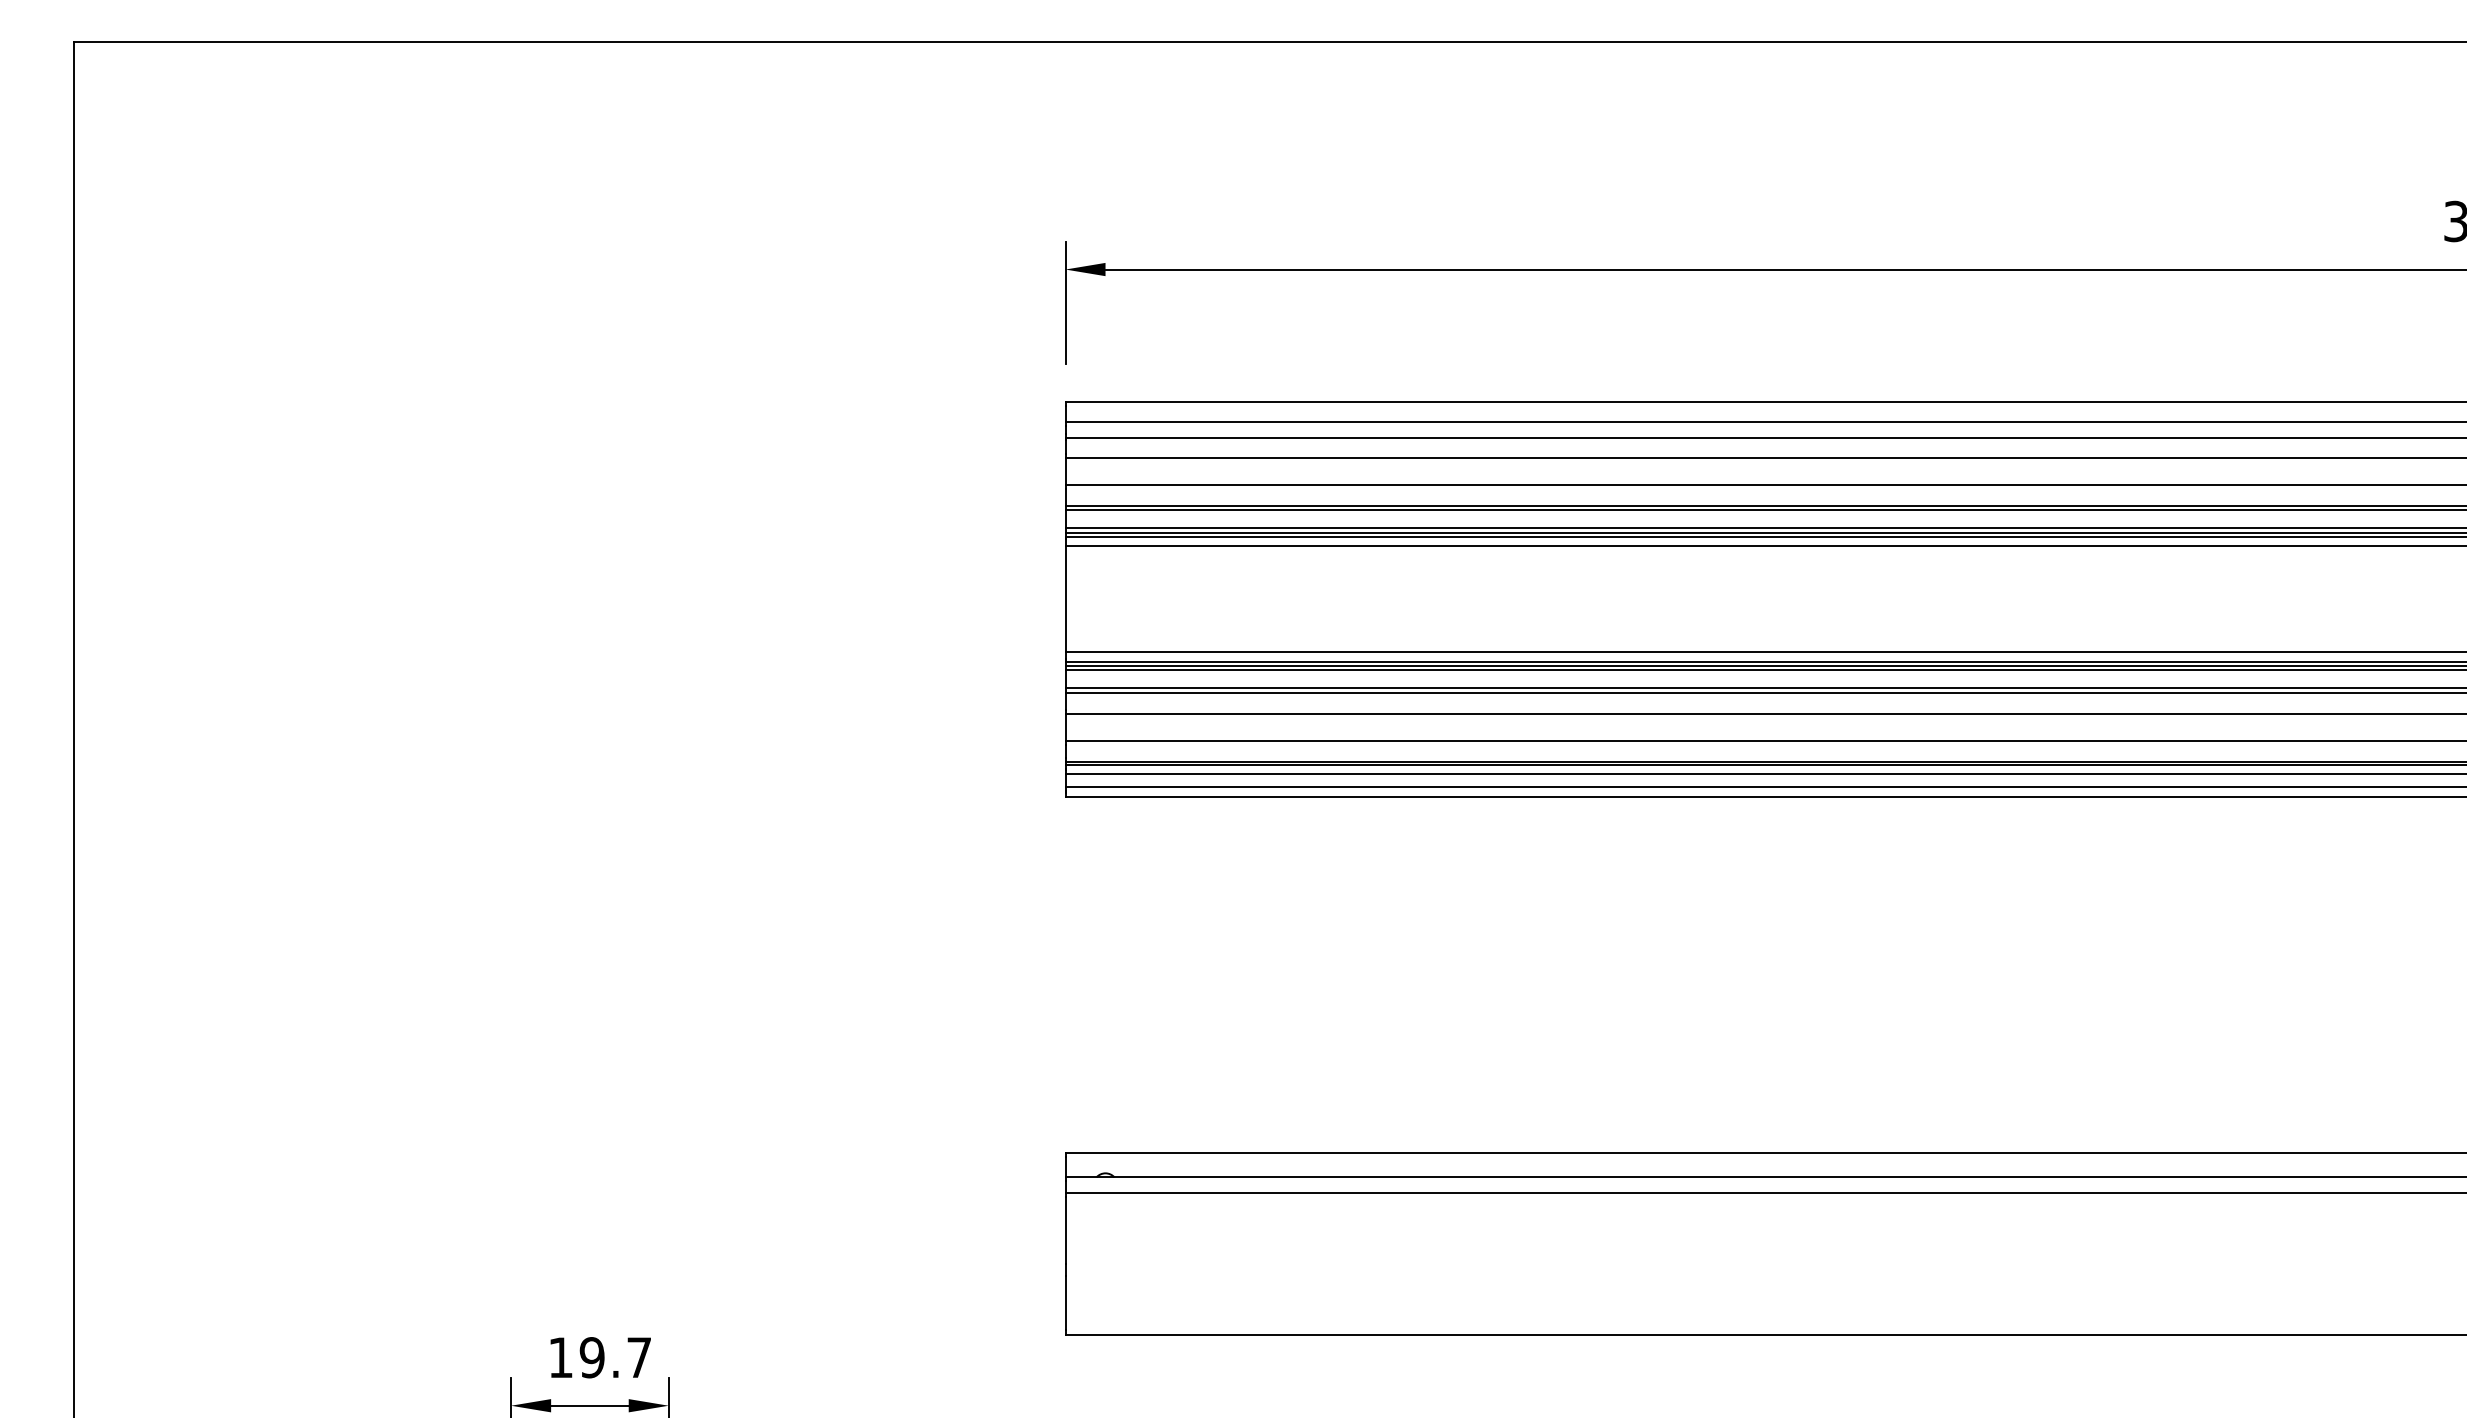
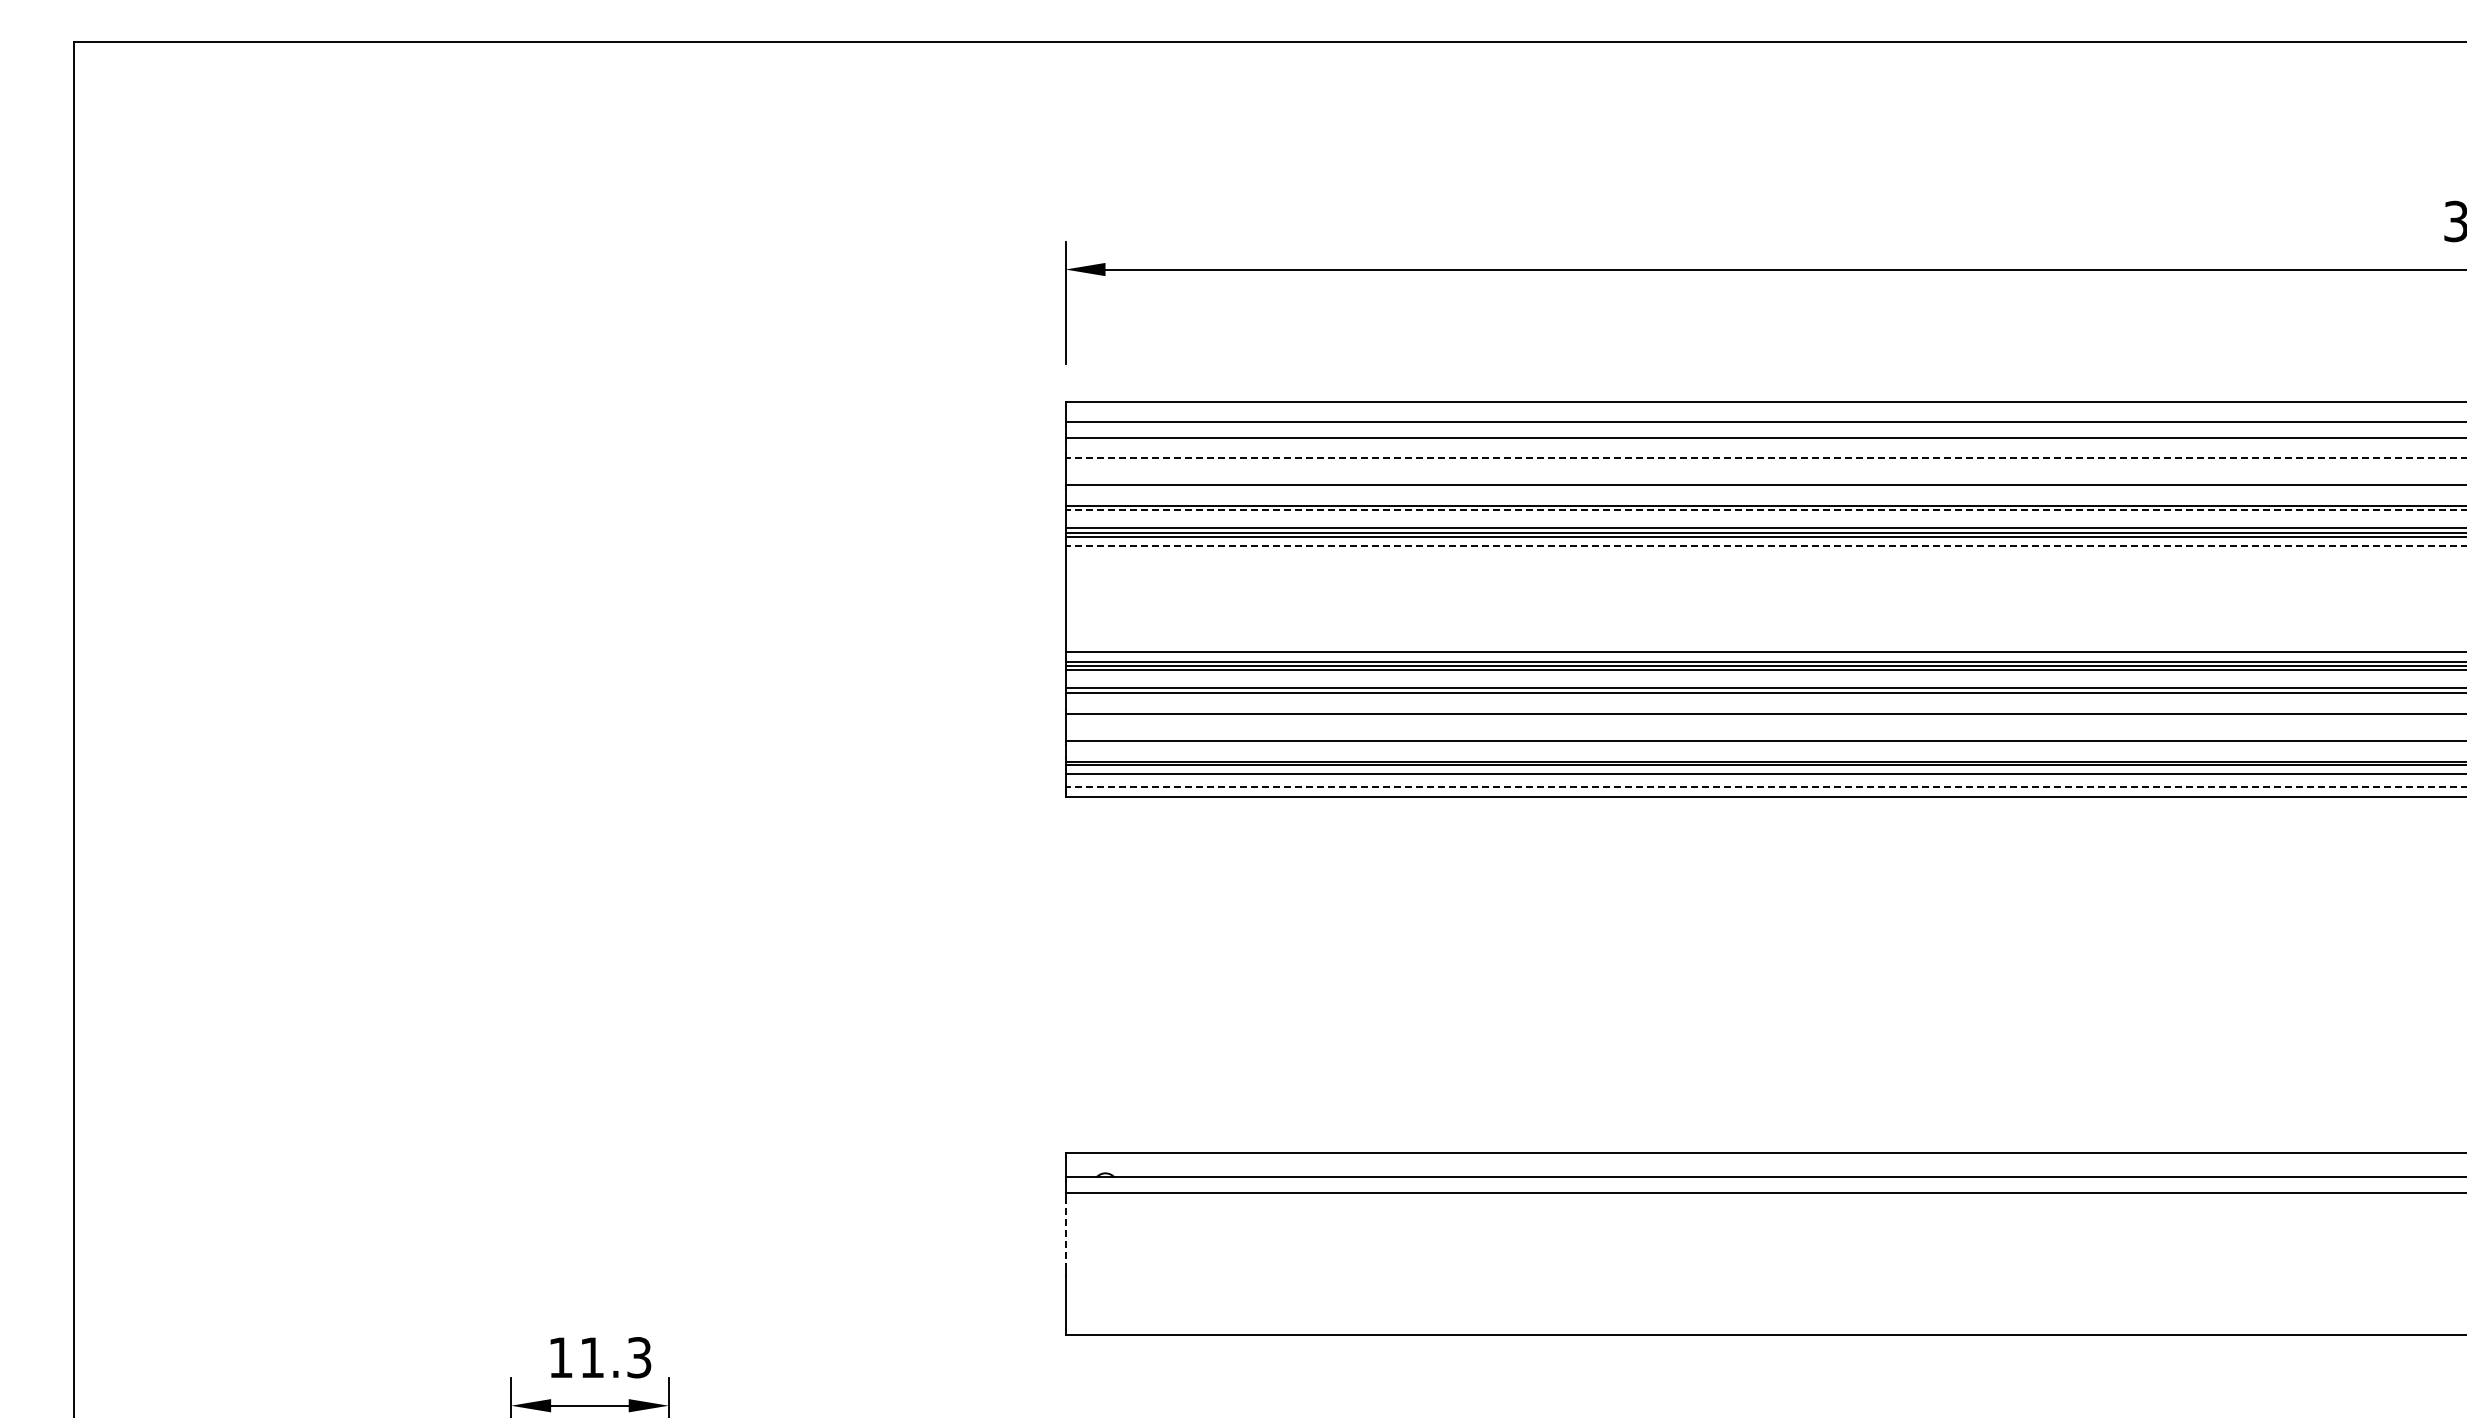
line at (1765, 457): solid -> dashed
line at (1765, 510): solid -> dashed
line at (1765, 546): solid -> dashed
line at (1765, 787): solid -> dashed
line at (1065, 1231): solid -> dashed
text at (615, 1357): 19.7 -> 11.3
